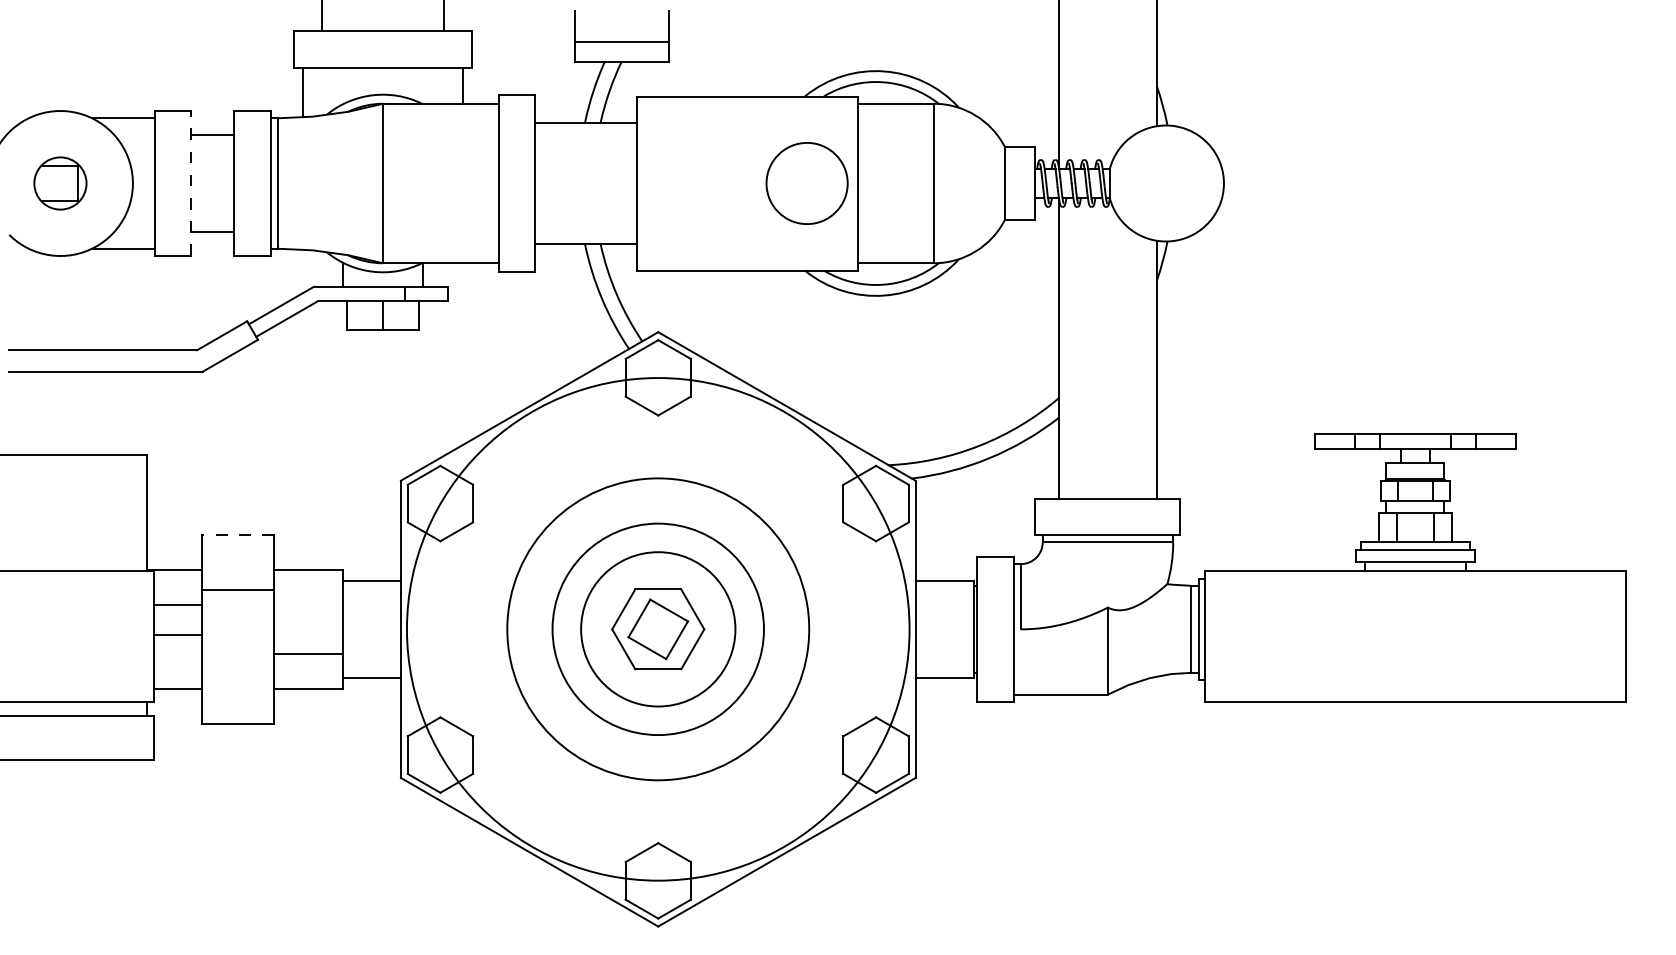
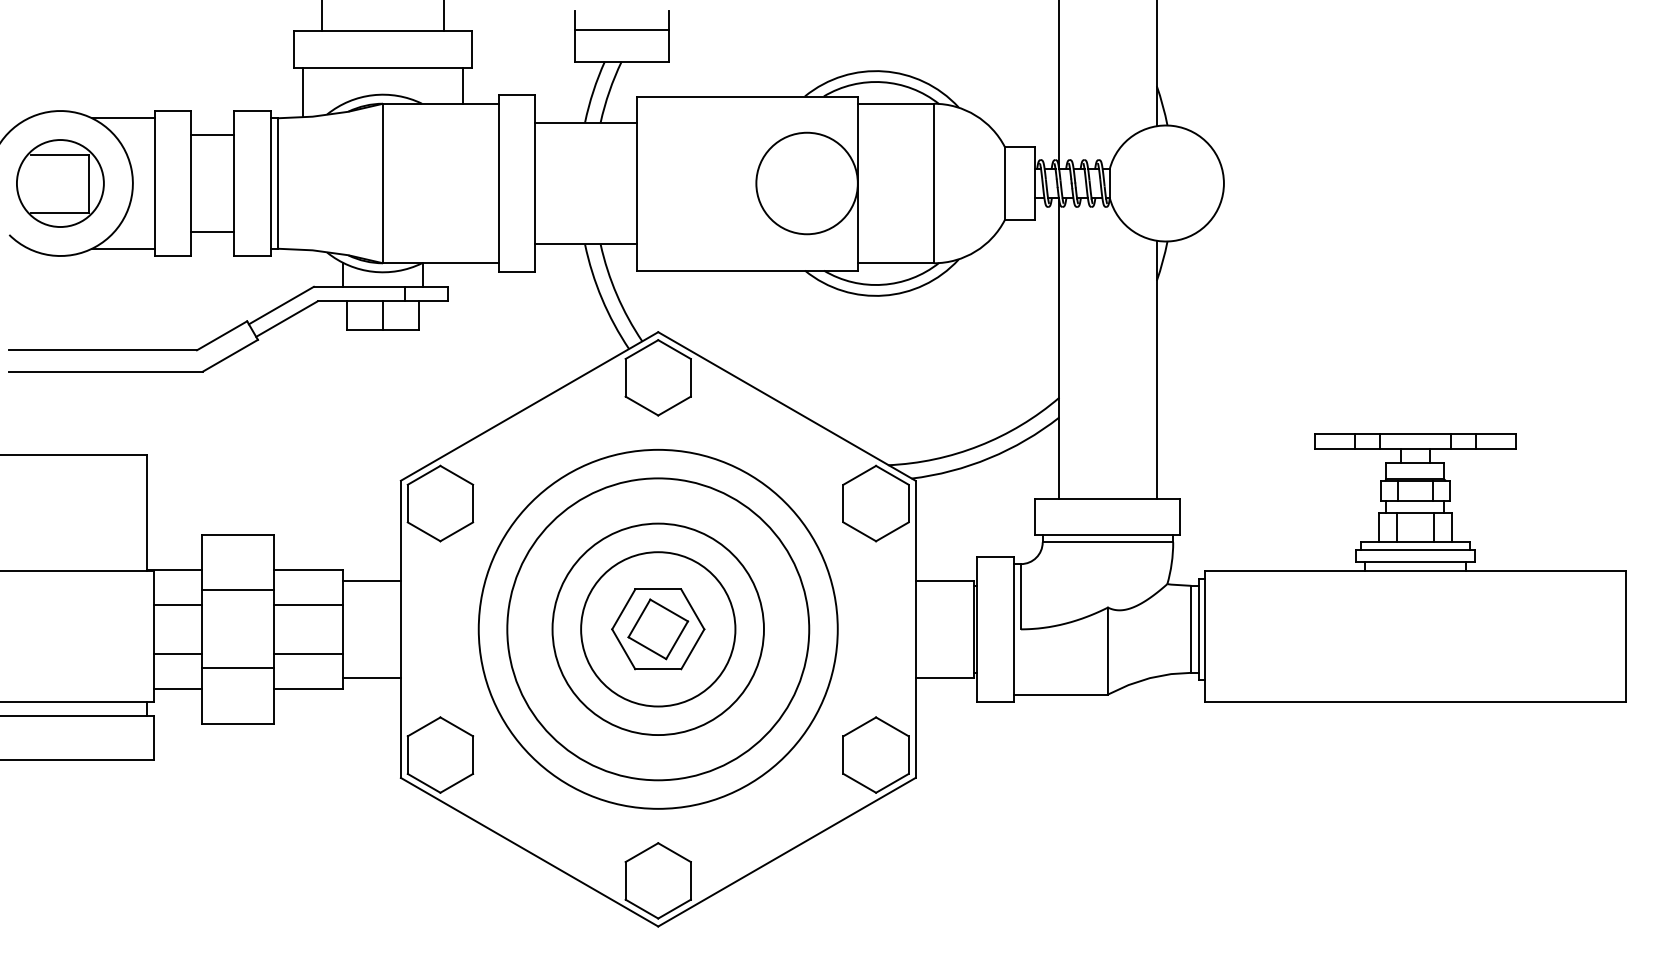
line at (621, 41) position: (621, 41) -> (621, 29)
part at (60, 183) size: 55x55 px -> 89x89 px
line at (190, 183): dashed -> solid
circle at (806, 183) diameter: 81 px -> 101 px
line at (237, 535): dashed -> solid
line at (308, 604): none -> present
circle at (657, 629) diameter: 503 px -> 359 px
line at (177, 635) position: (177, 635) -> (177, 654)
line at (237, 668): none -> present
